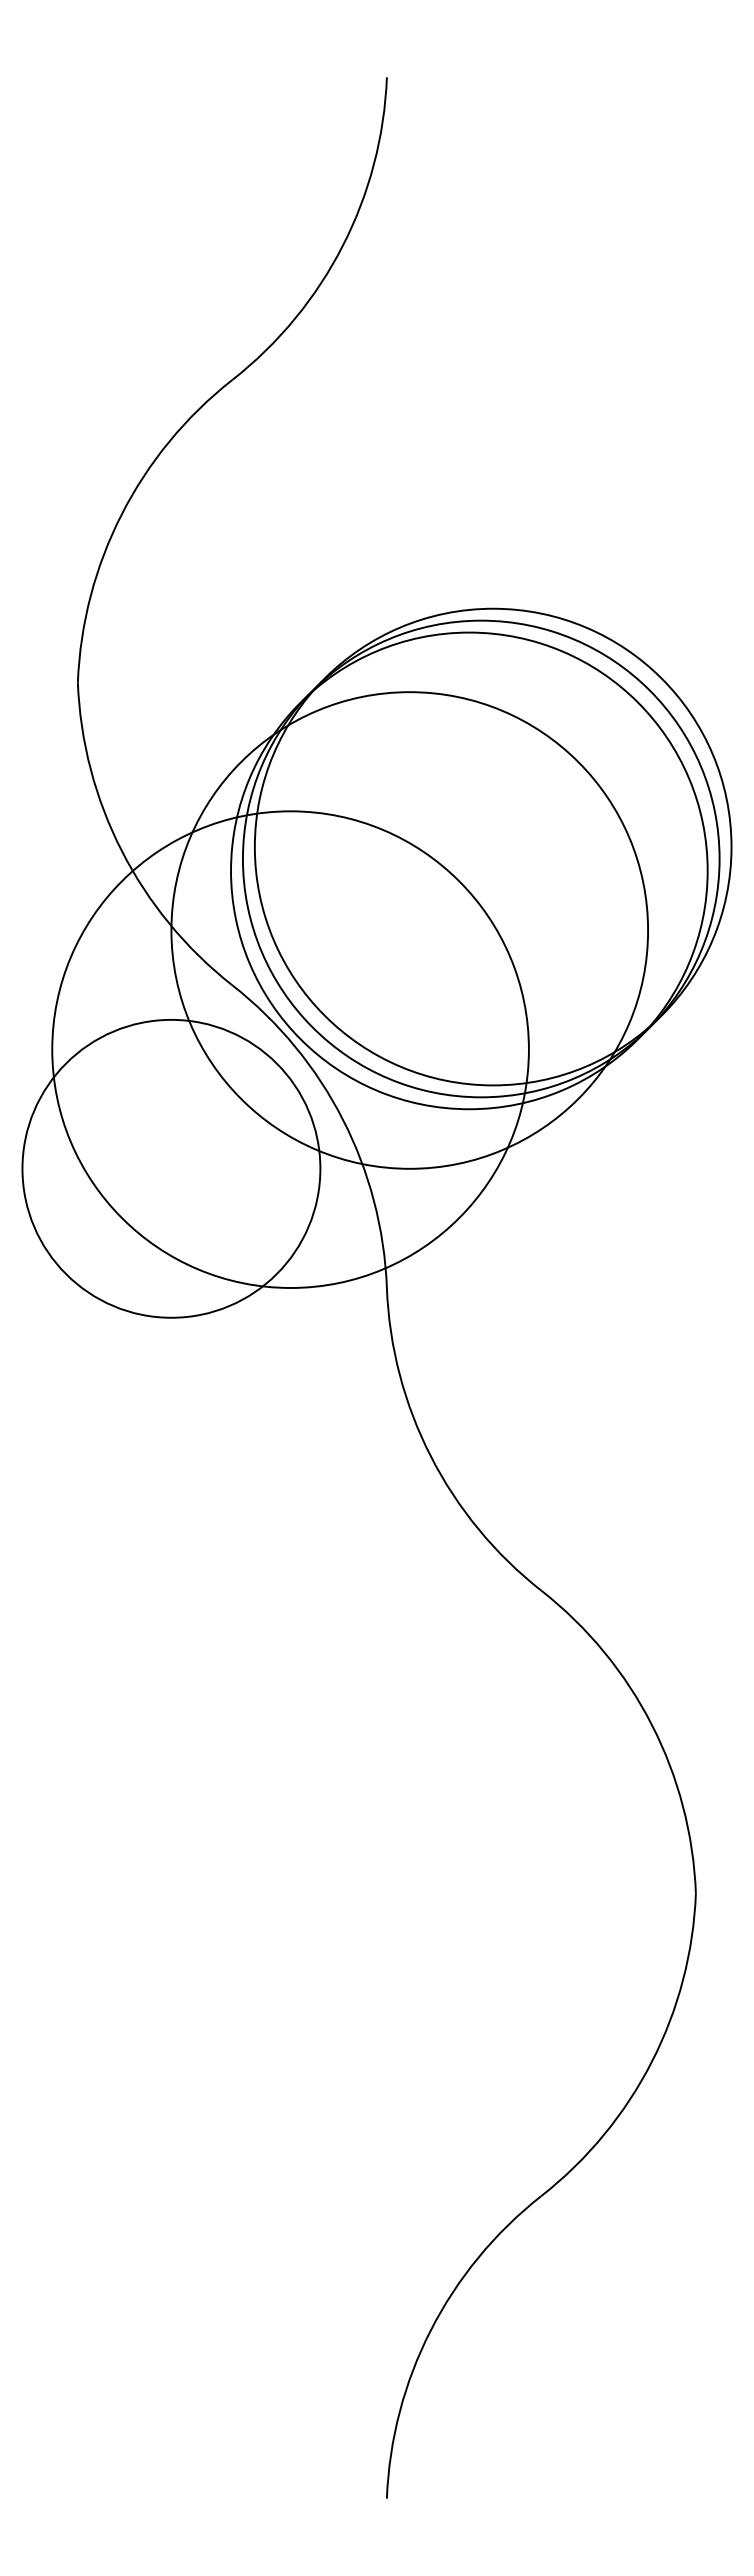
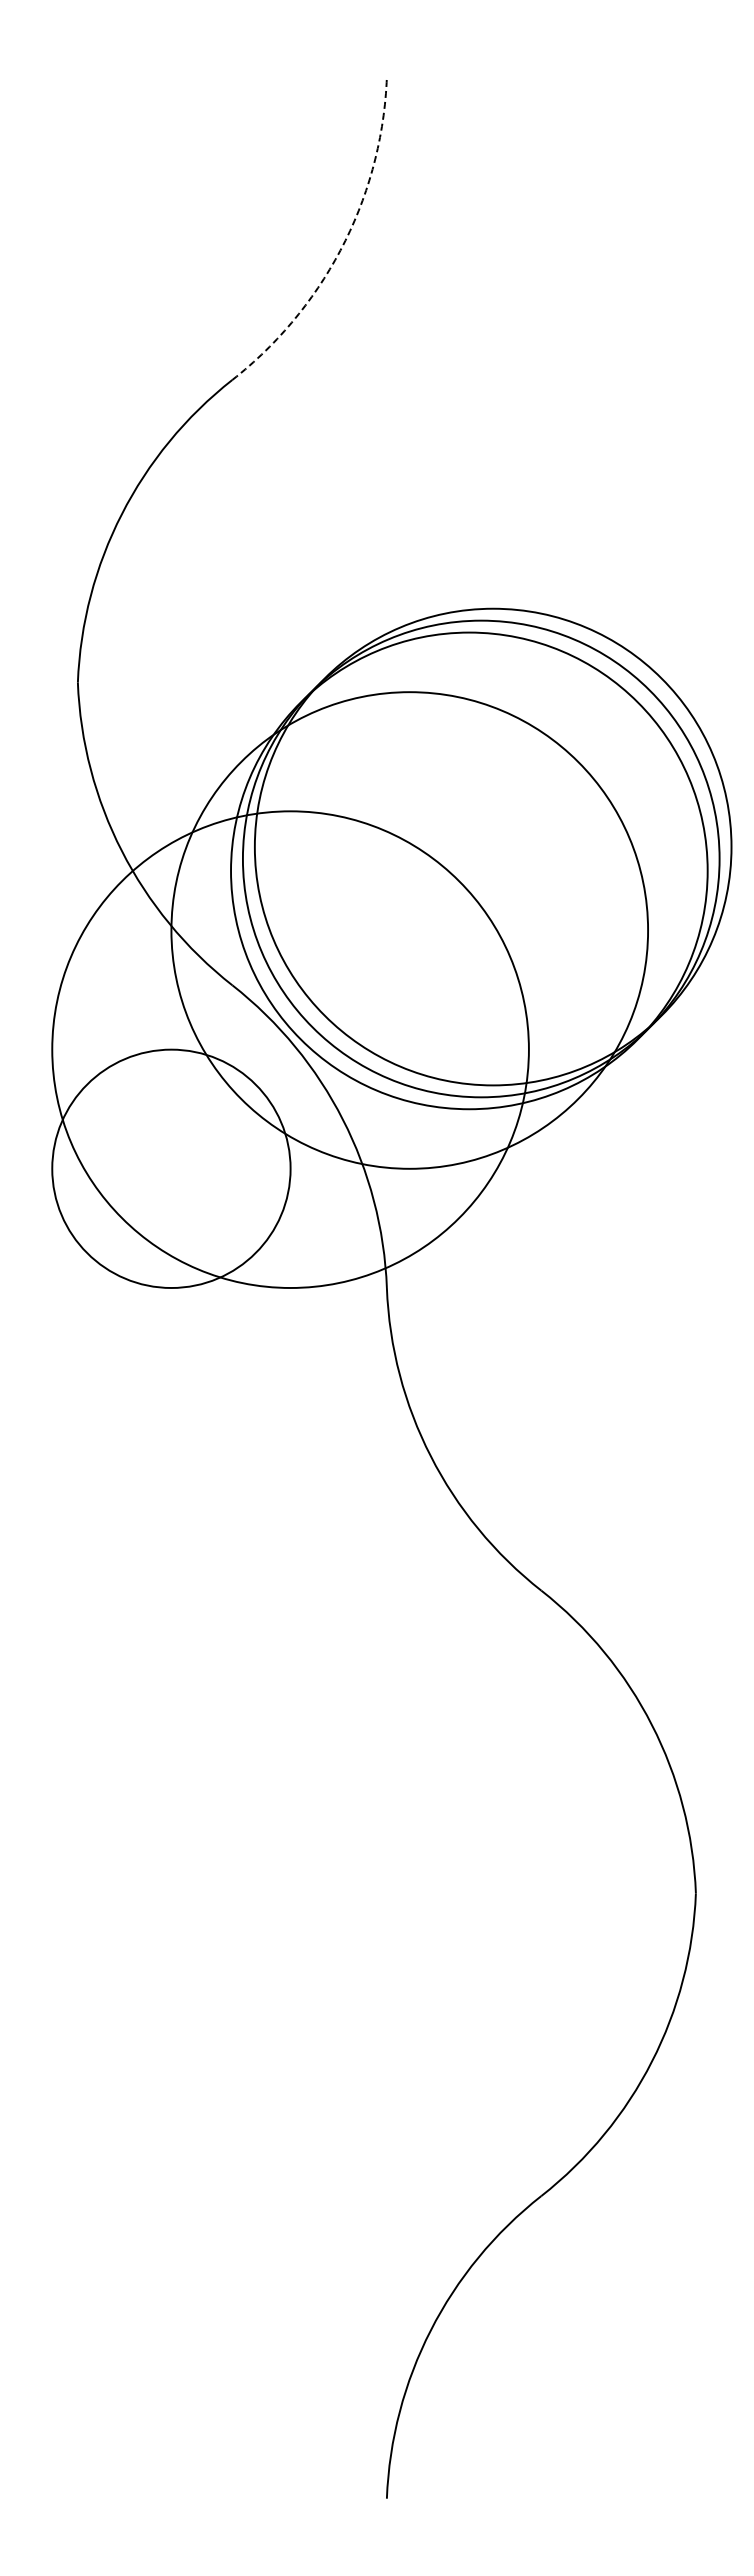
arc at (342, 245): solid -> dashed
circle at (171, 1168) diameter: 298 px -> 238 px
